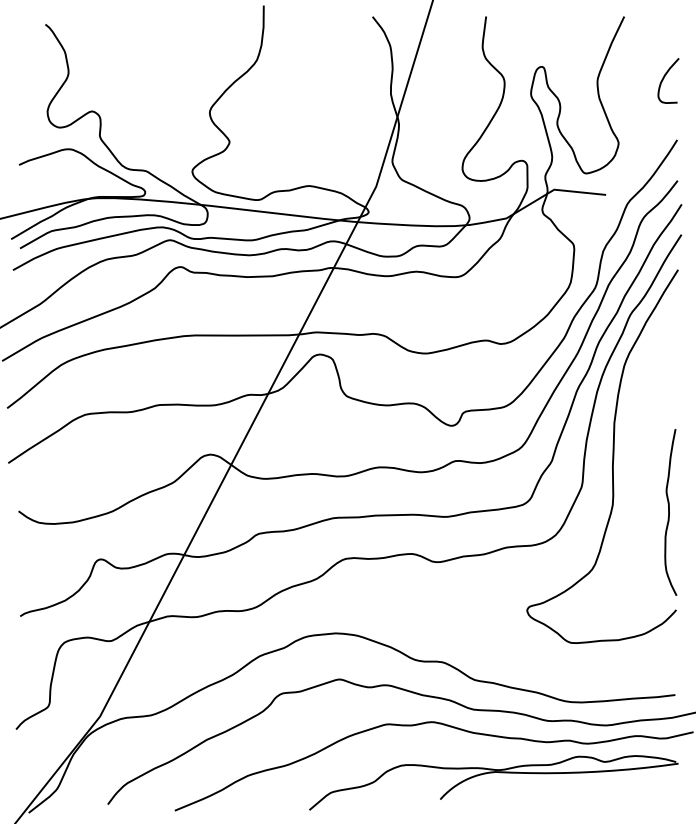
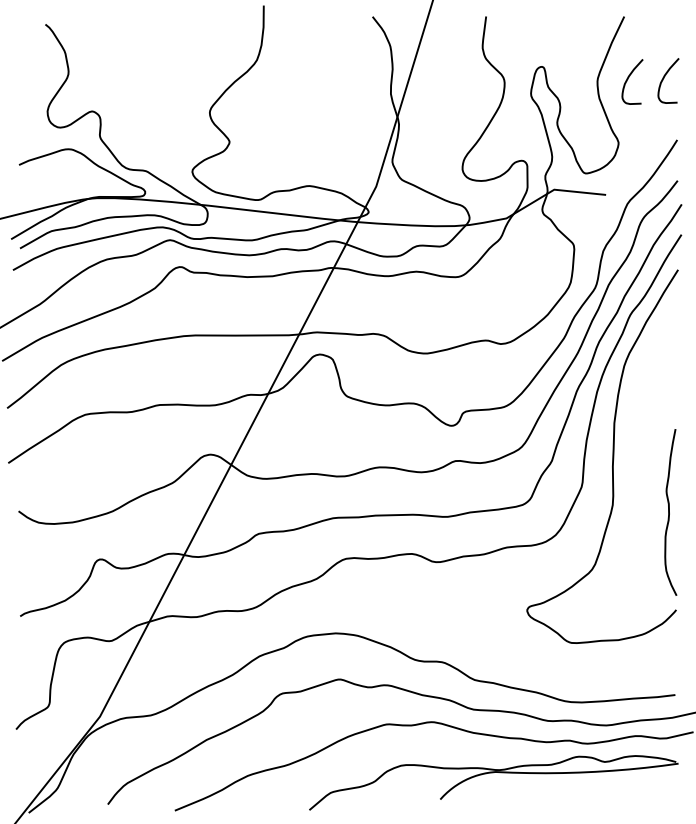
curve at (628, 79): none -> present
